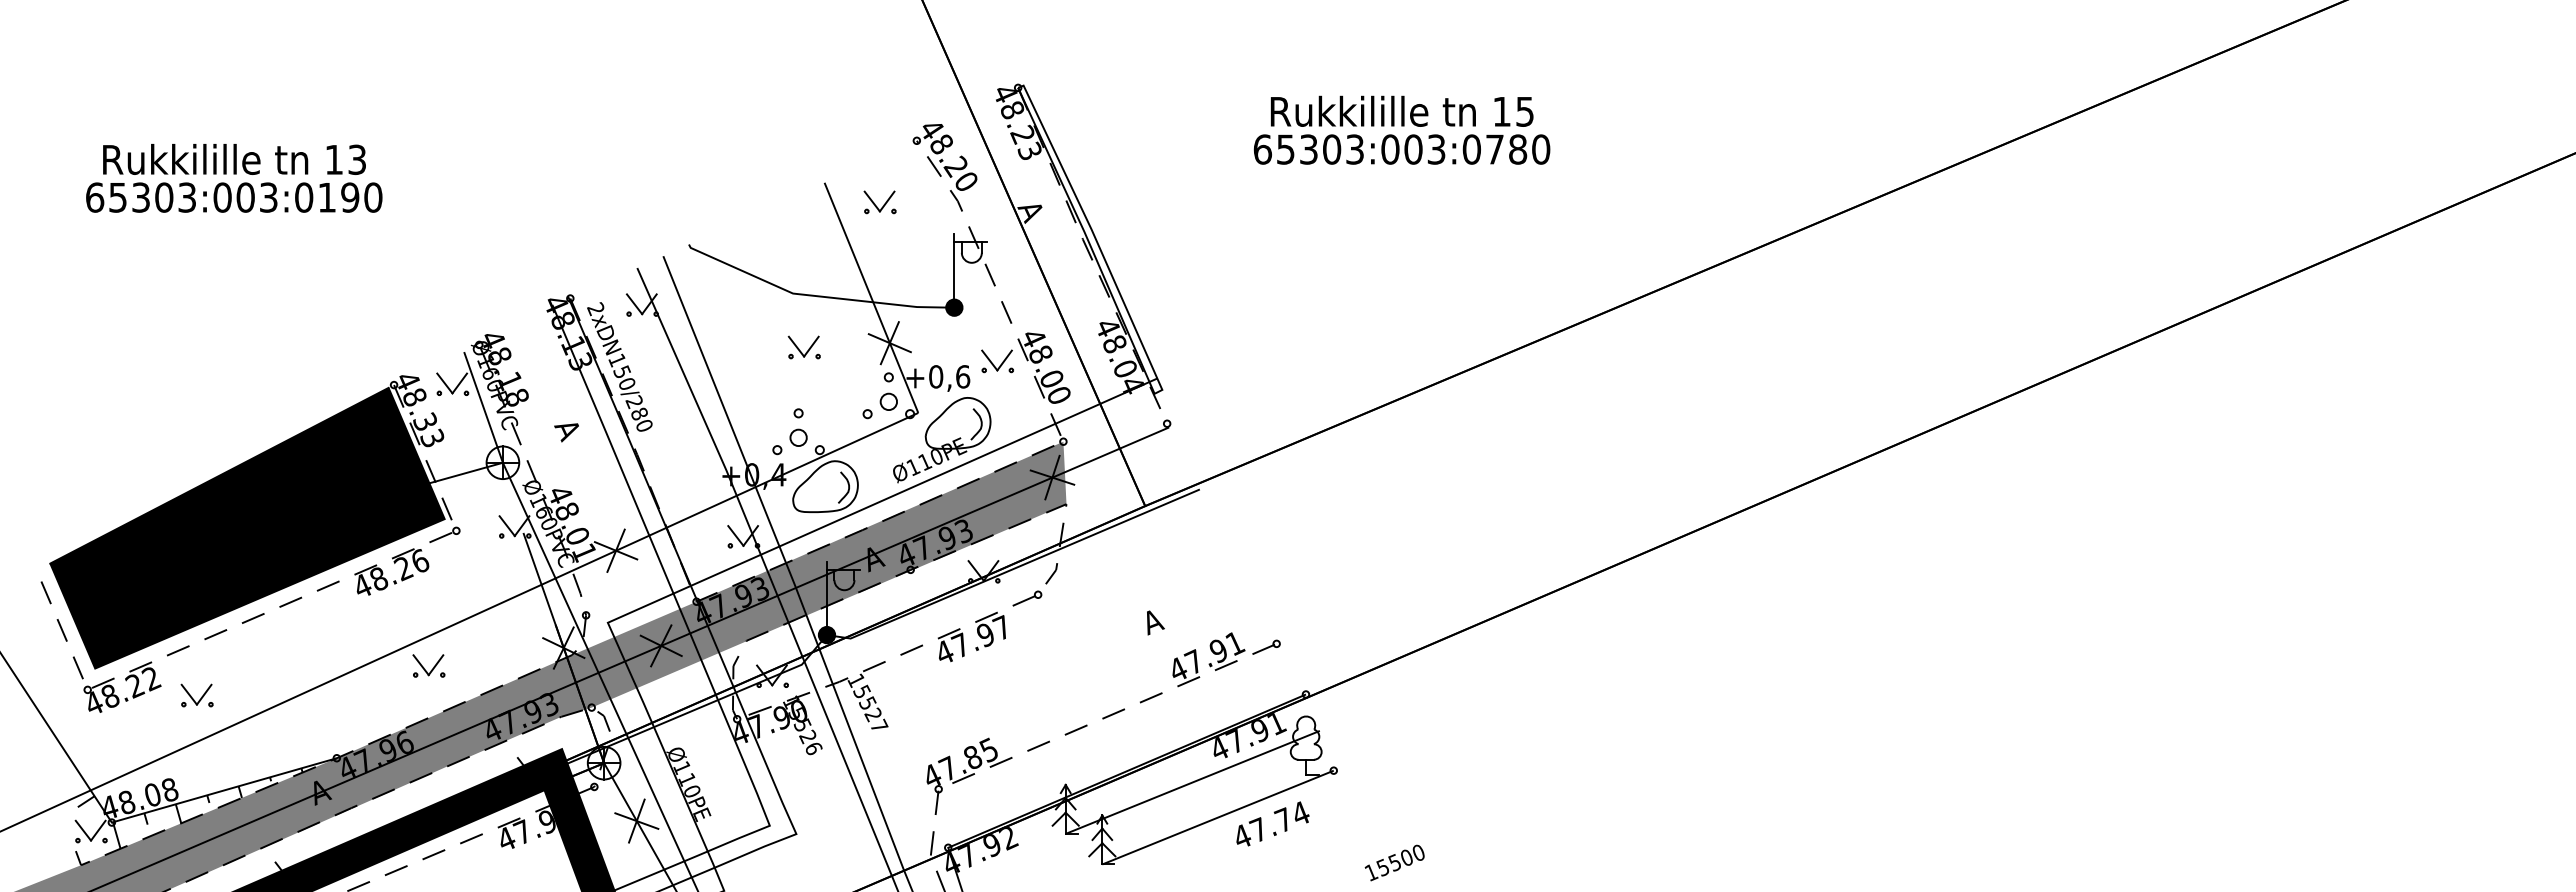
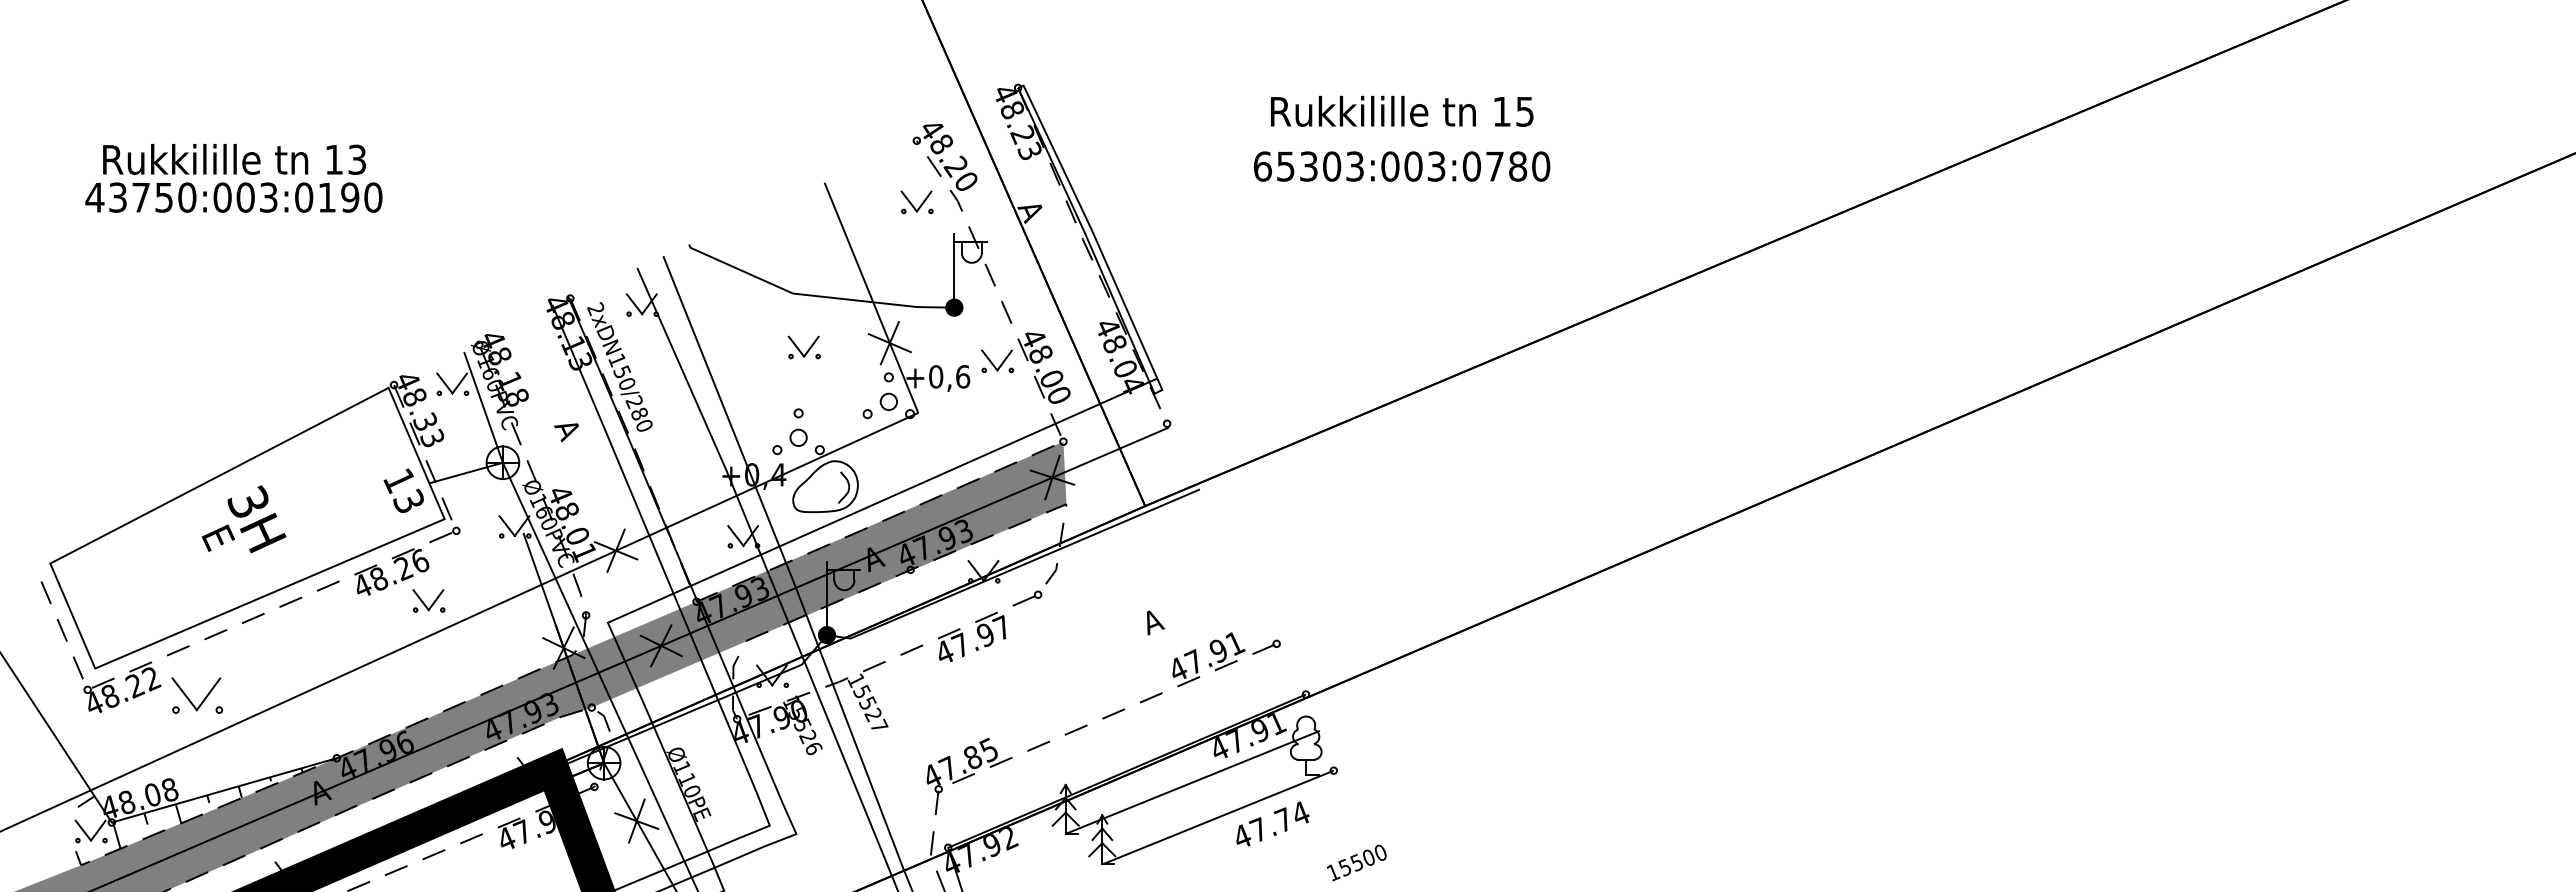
text at (1401, 149) position: (1401, 149) -> (1401, 166)
text at (140, 197): 65303:003:0190 -> 43750:003:0190
part at (879, 202) position: (879, 202) -> (916, 202)
part at (942, 440): present -> none
fill at (247, 527): present -> none
part at (428, 665) position: (428, 665) -> (428, 600)
part at (196, 695) size: 34x25 px -> 53x37 px
text at (1394, 862) position: (1394, 862) -> (1356, 862)
